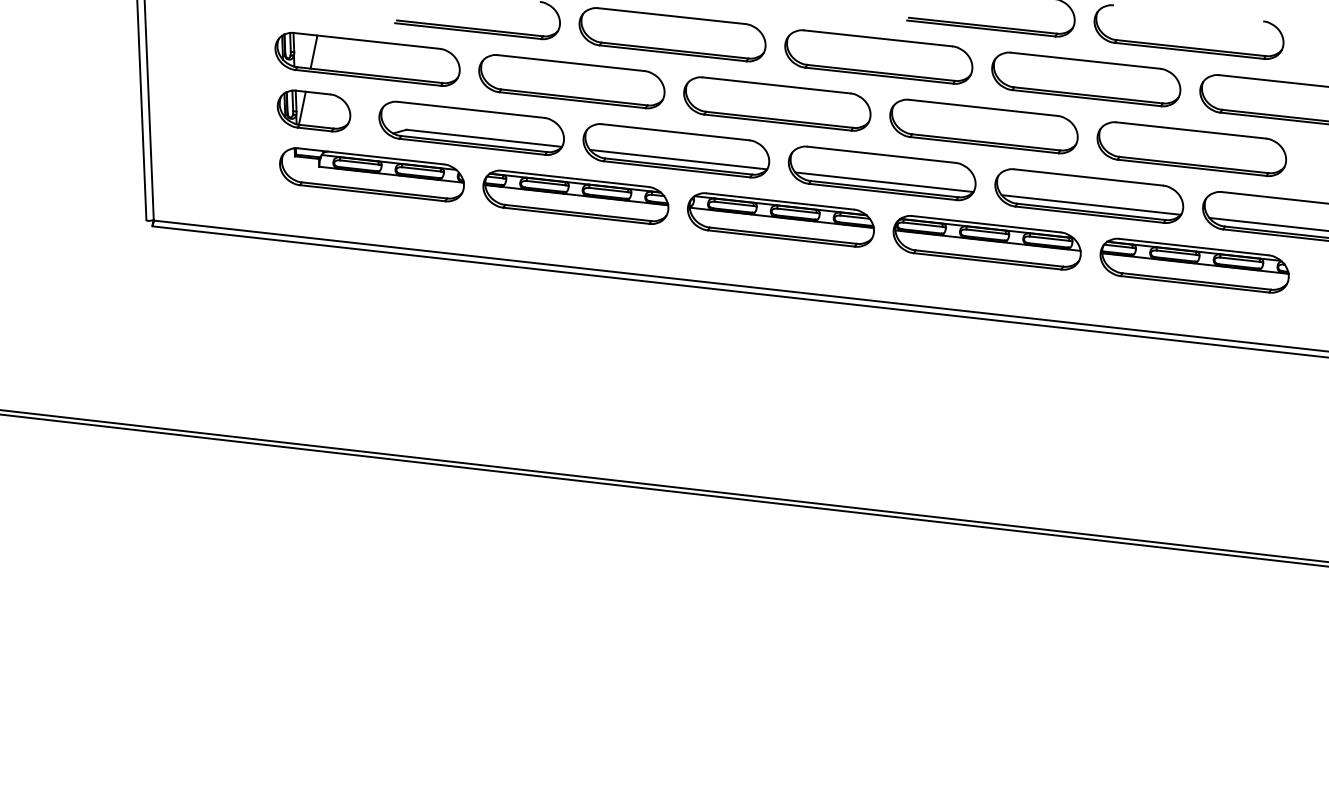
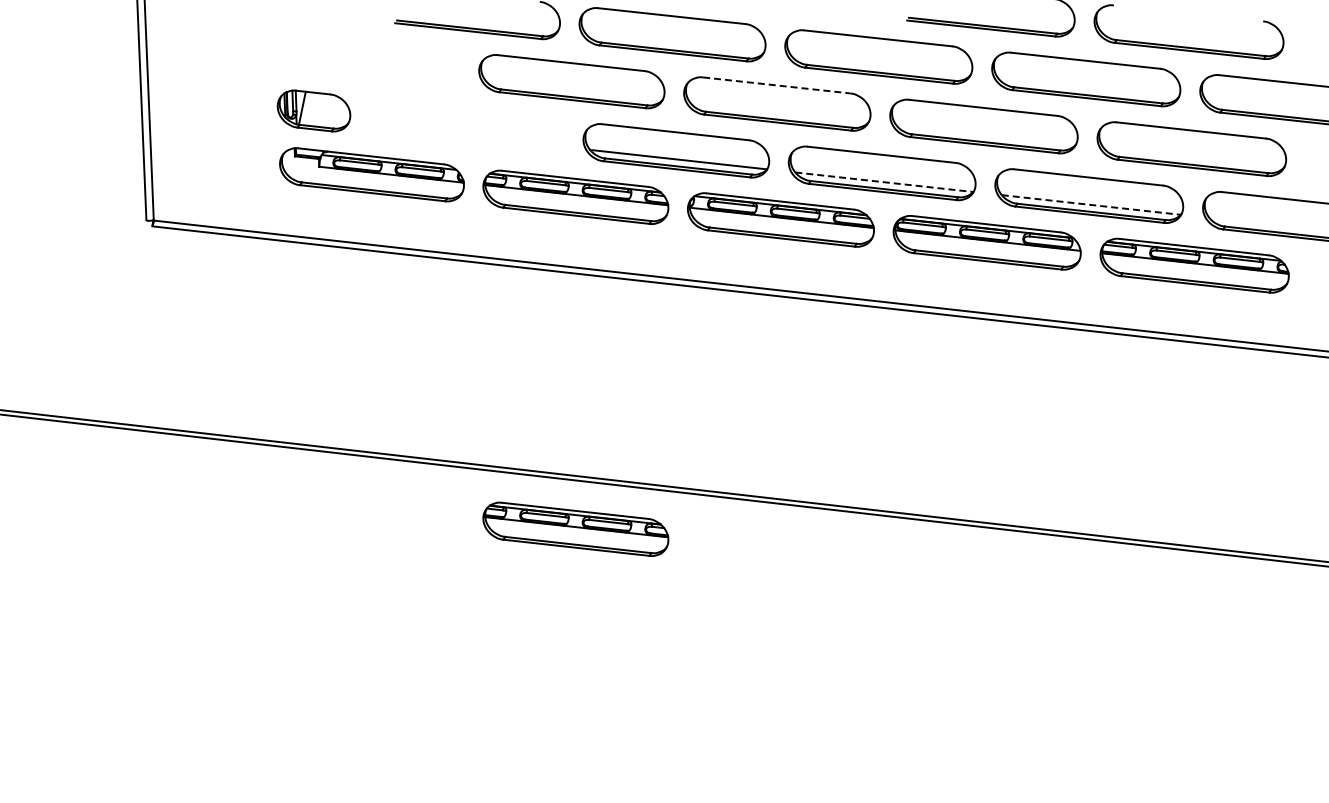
part at (367, 59): present -> none
line at (777, 85): solid -> dashed
part at (471, 127): present -> none
line at (884, 182): solid -> dashed
line at (1091, 205): solid -> dashed
line at (1267, 223): present -> none
part at (575, 528): none -> present
